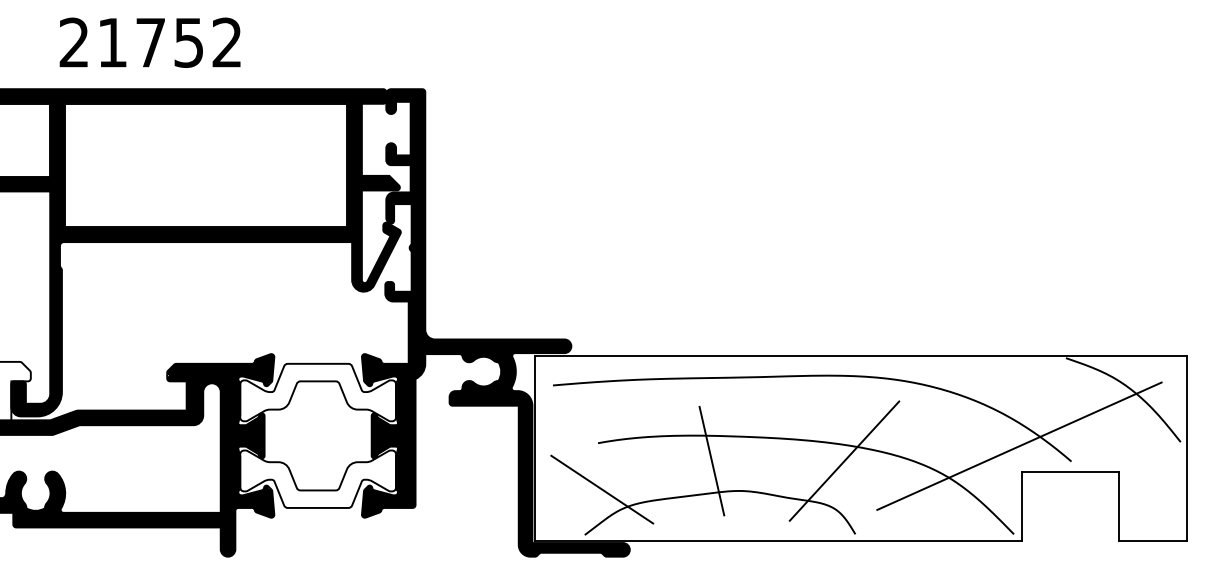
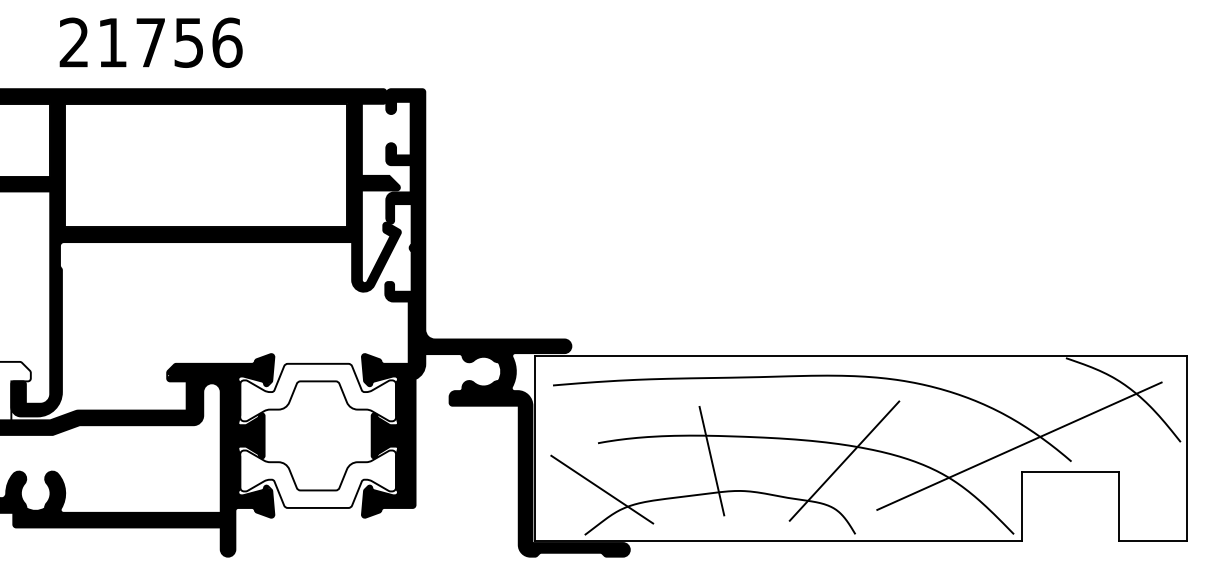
text at (227, 42): 21752 -> 21756
